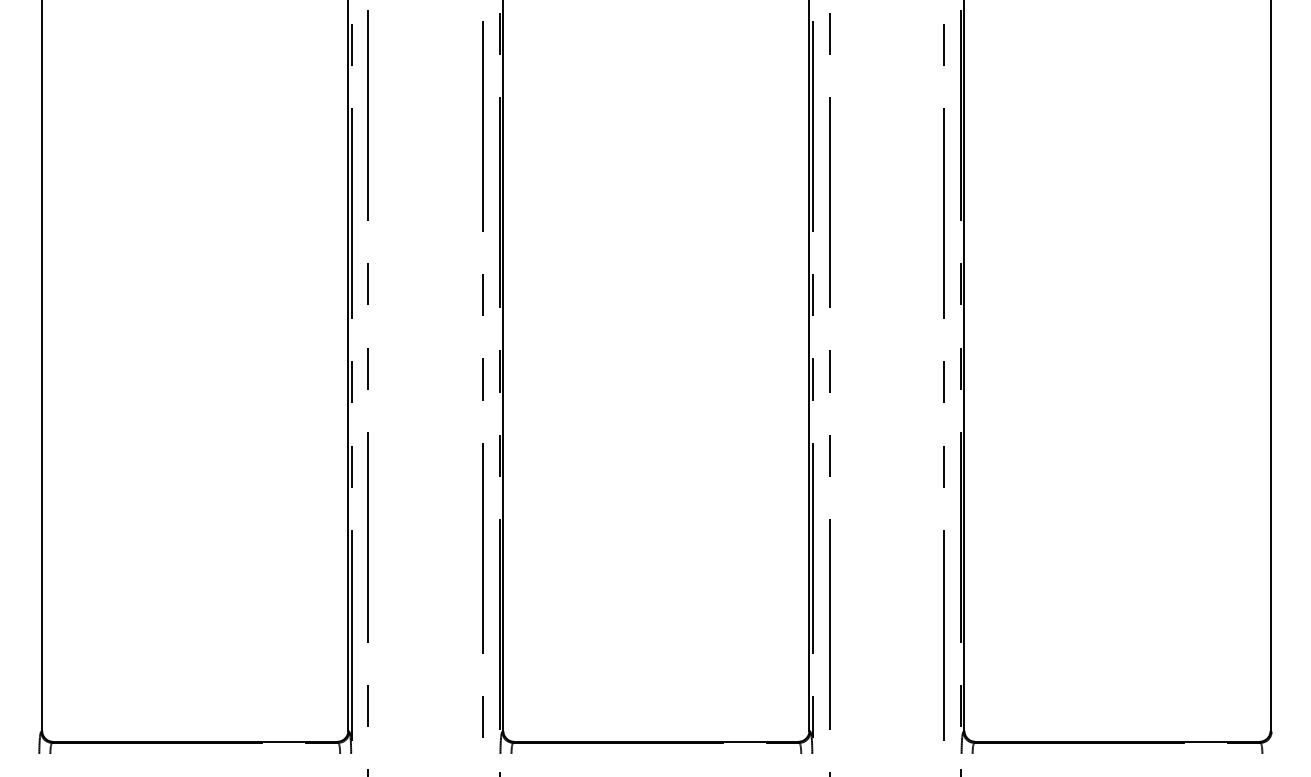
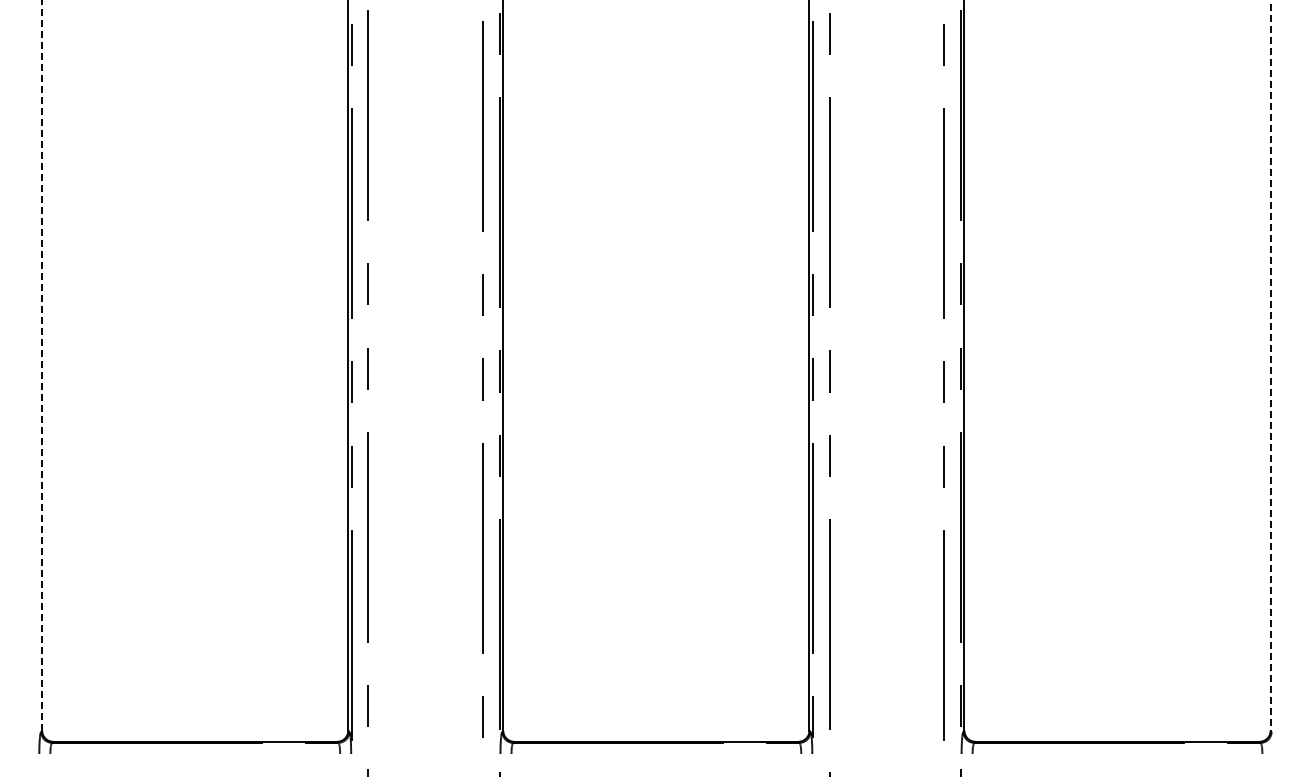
line at (42, 365): solid -> dashed
line at (1270, 366): solid -> dashed
